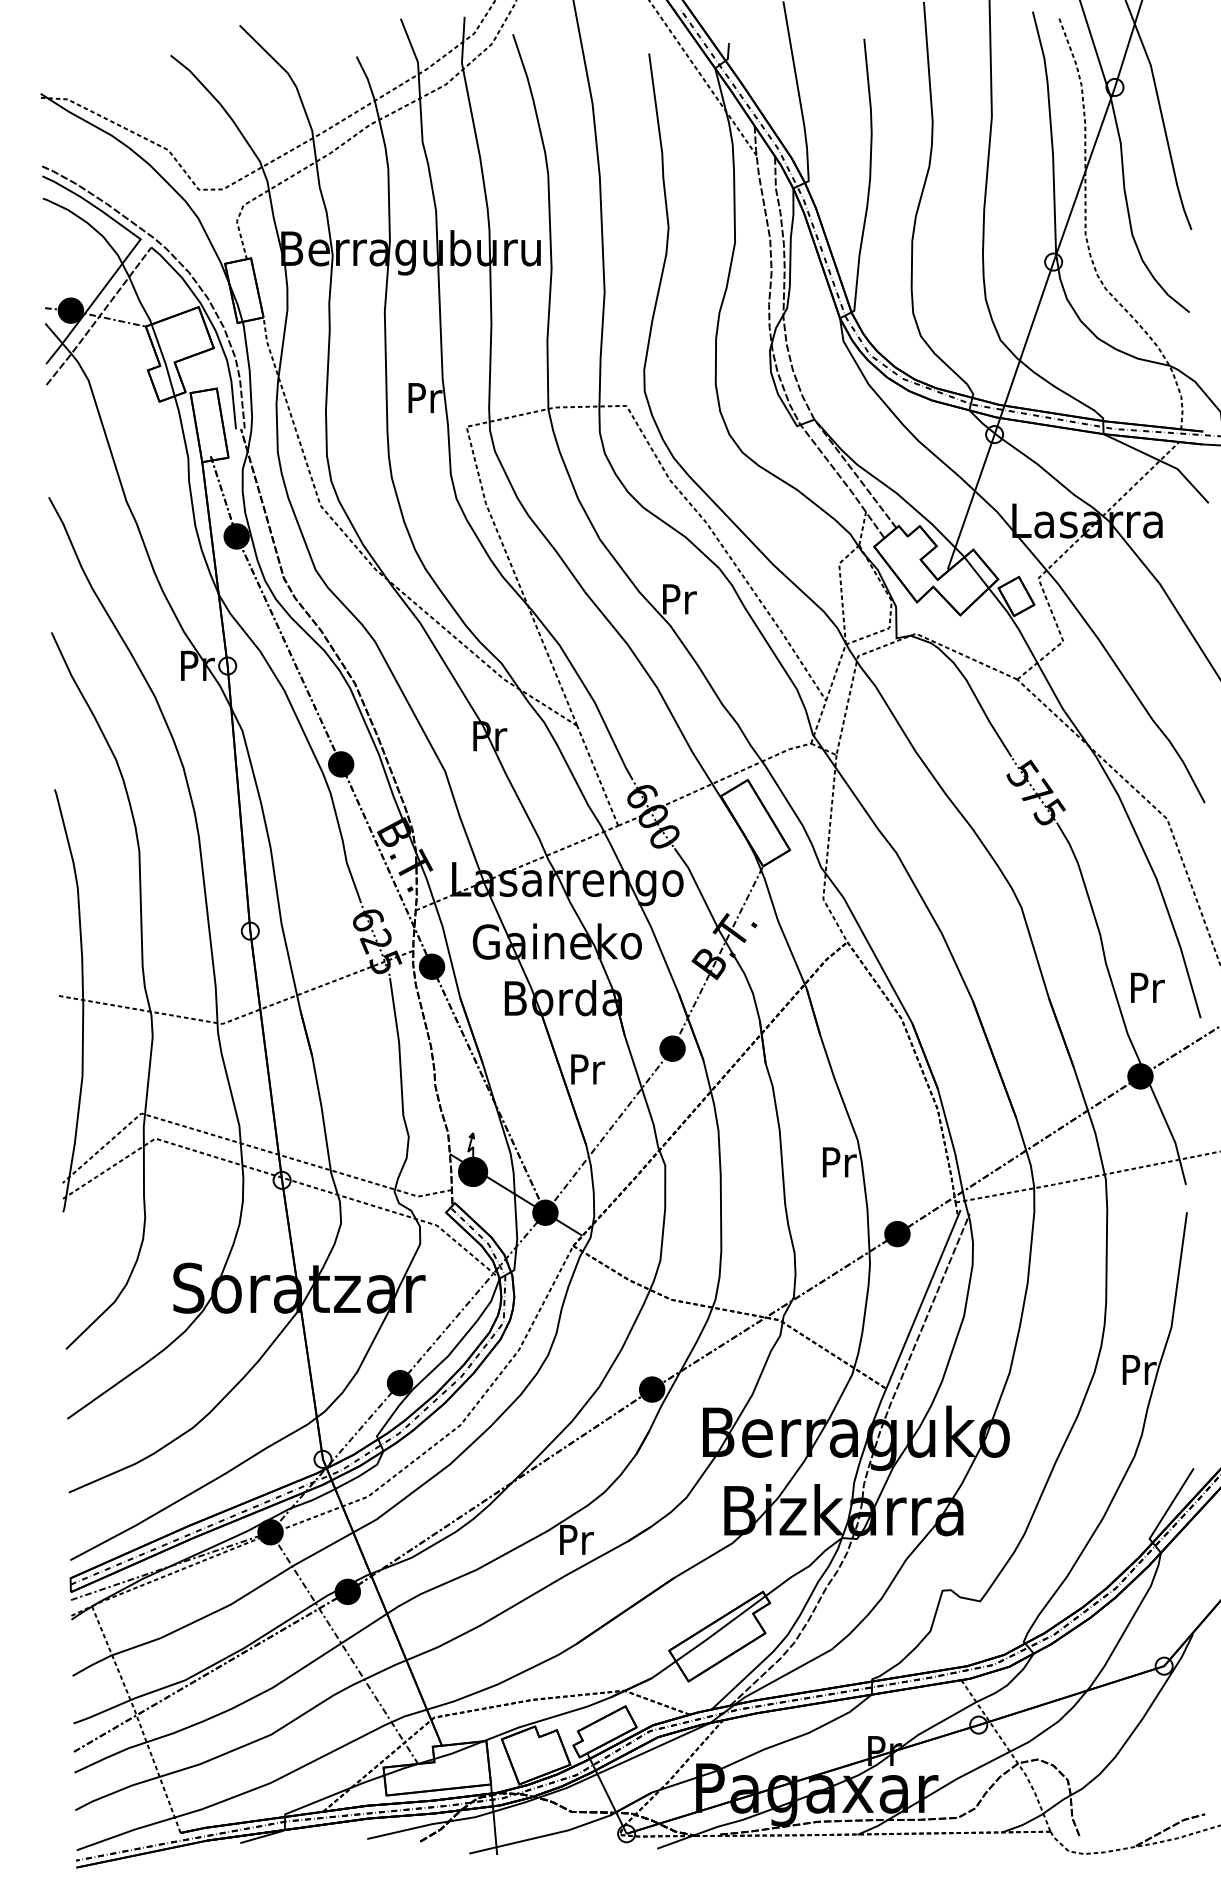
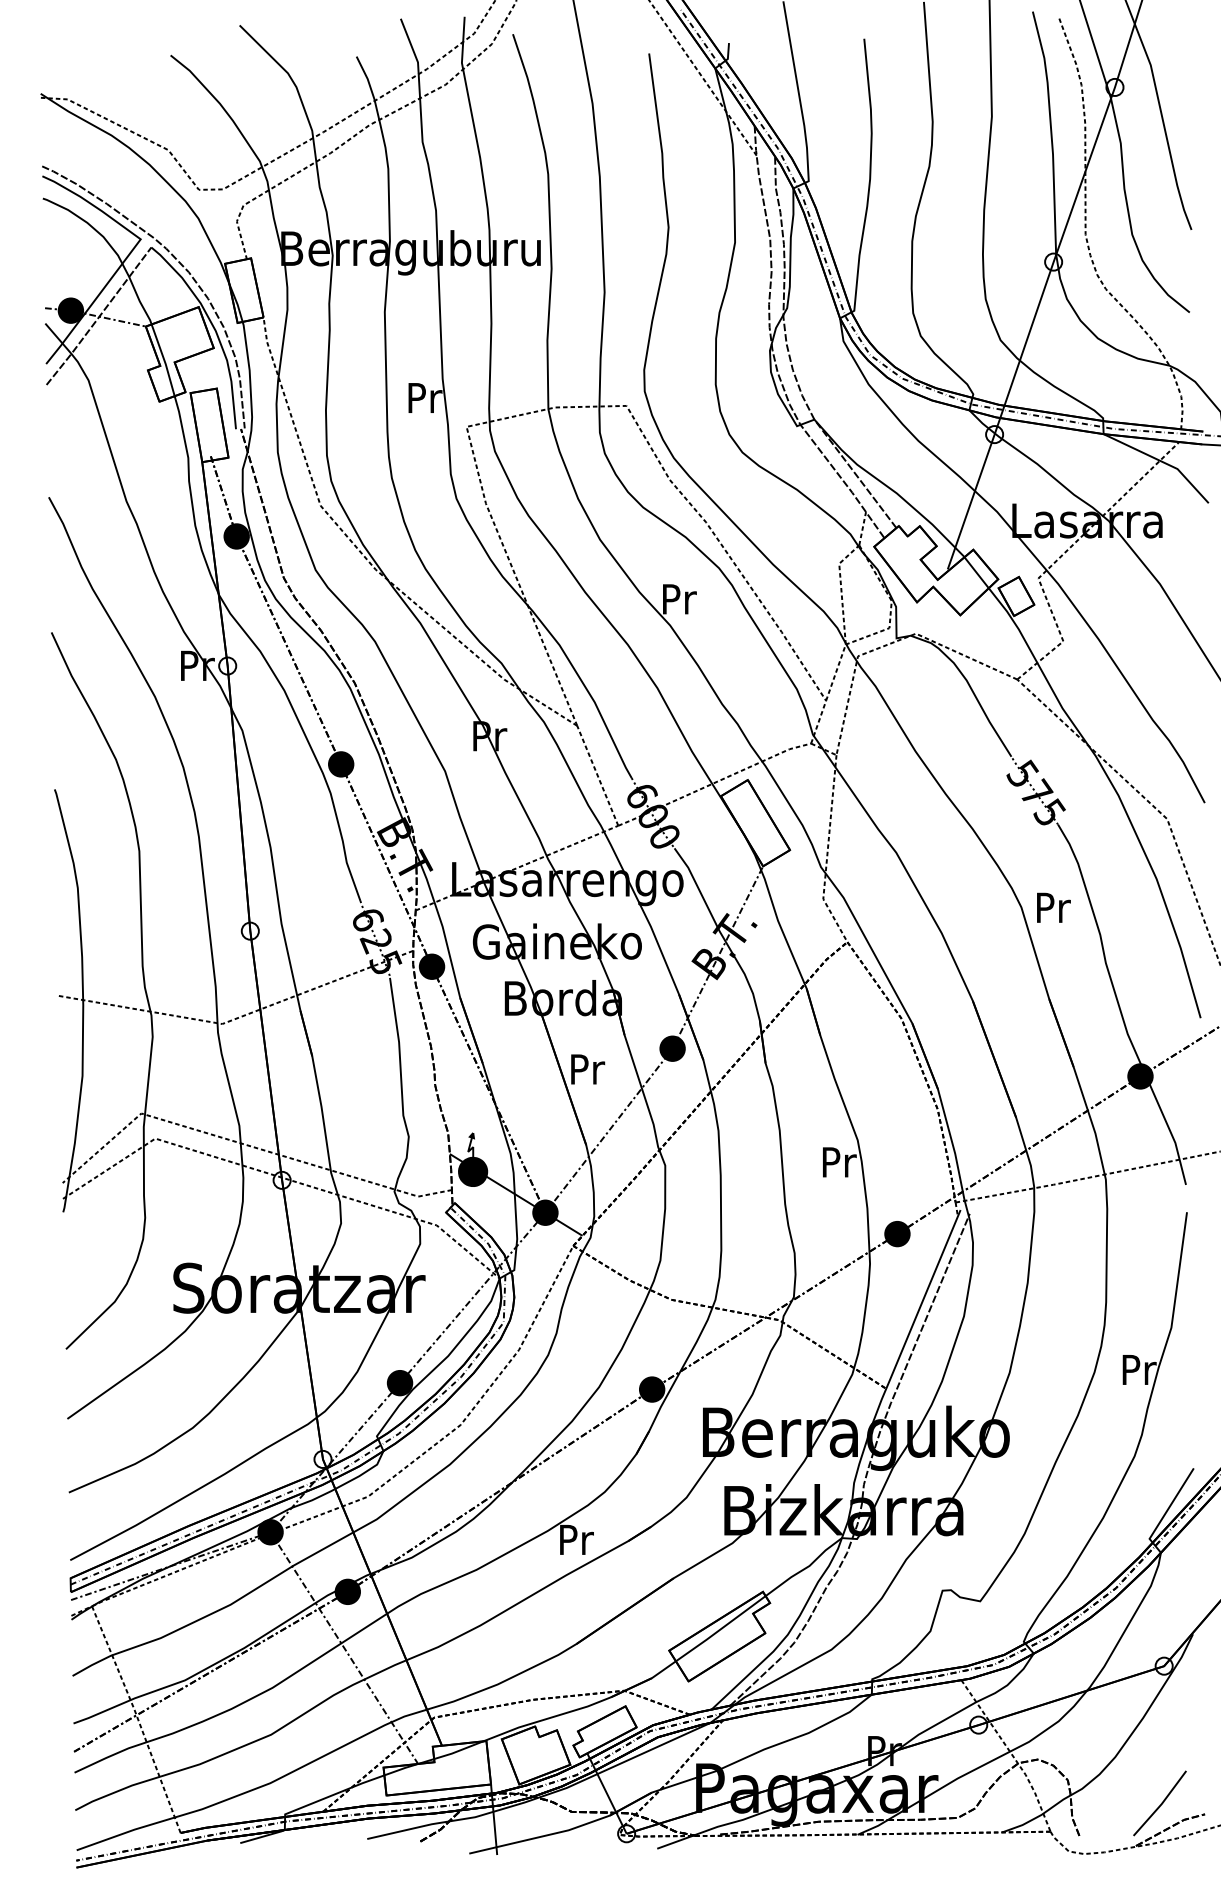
text at (1147, 987) position: (1147, 987) -> (1053, 907)
line at (1160, 1803): none -> present
